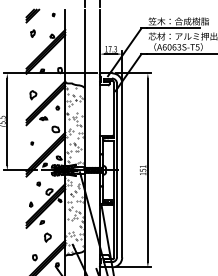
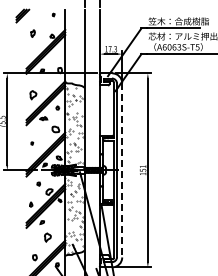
part at (32, 15) position: (32, 15) -> (22, 15)
line at (122, 170): solid -> dashed
